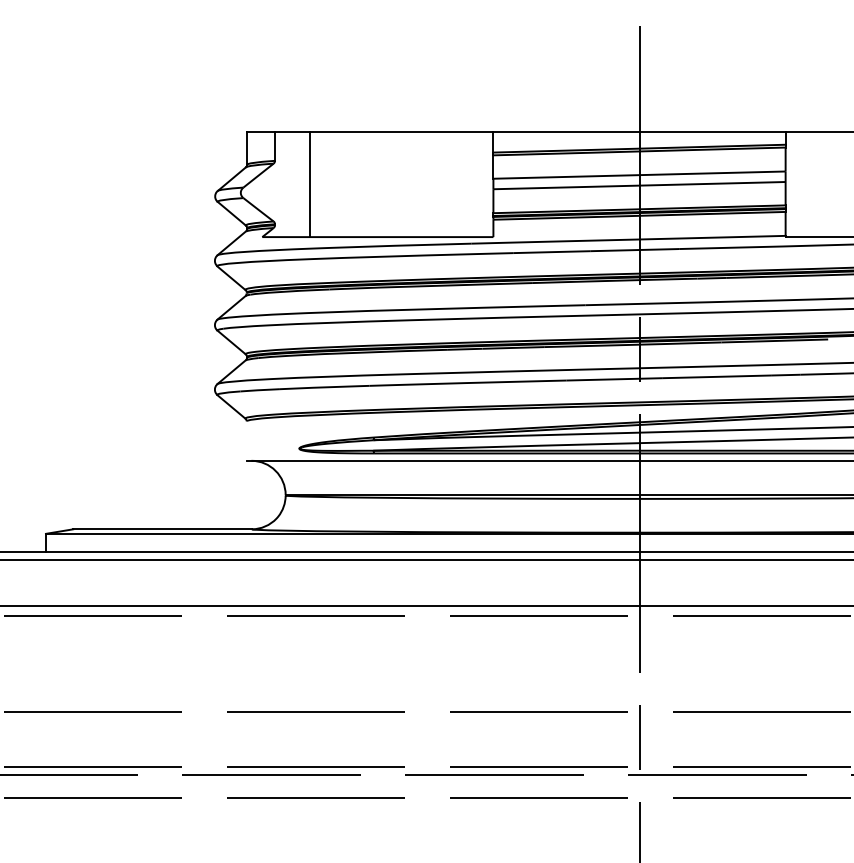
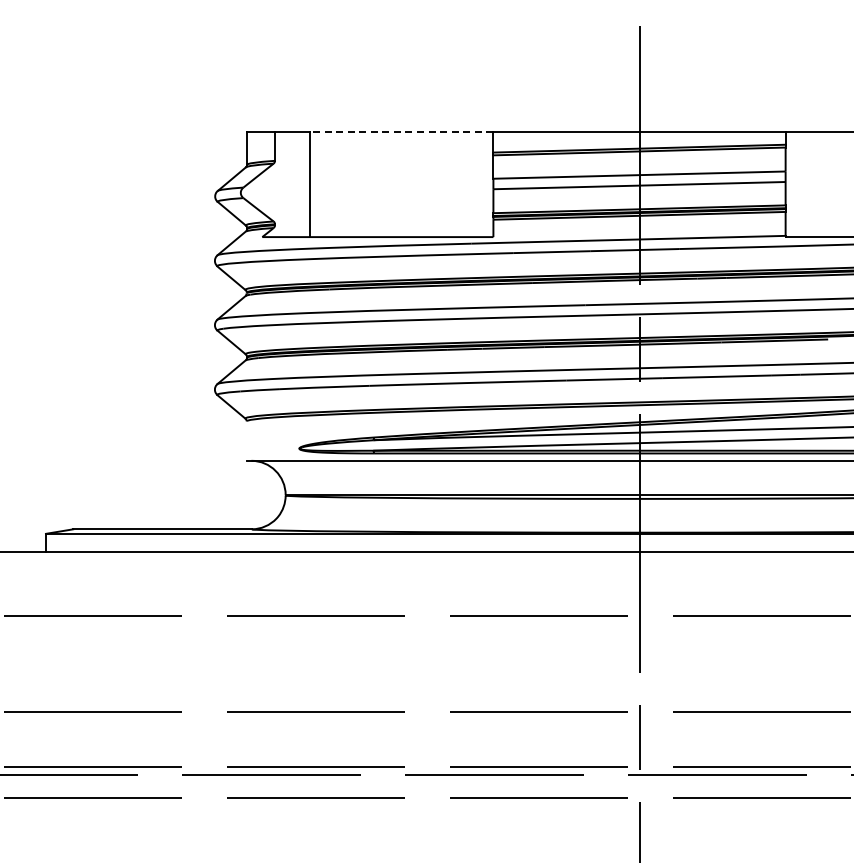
line at (401, 132): solid -> dashed
line at (426, 560): present -> none
line at (426, 605): present -> none
